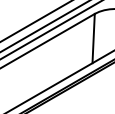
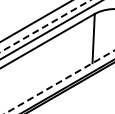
line at (45, 26): solid -> dashed
line at (60, 81): solid -> dashed
